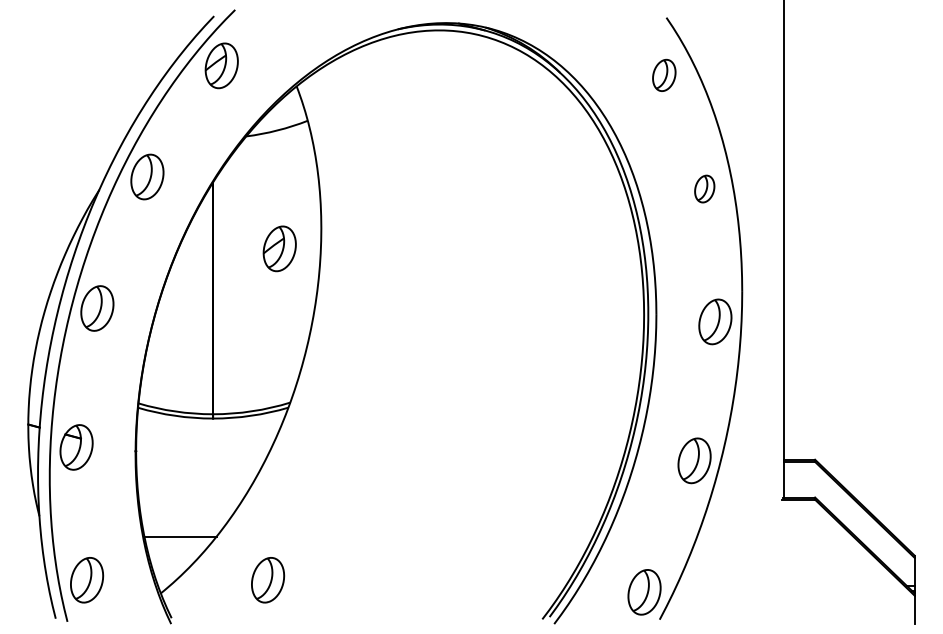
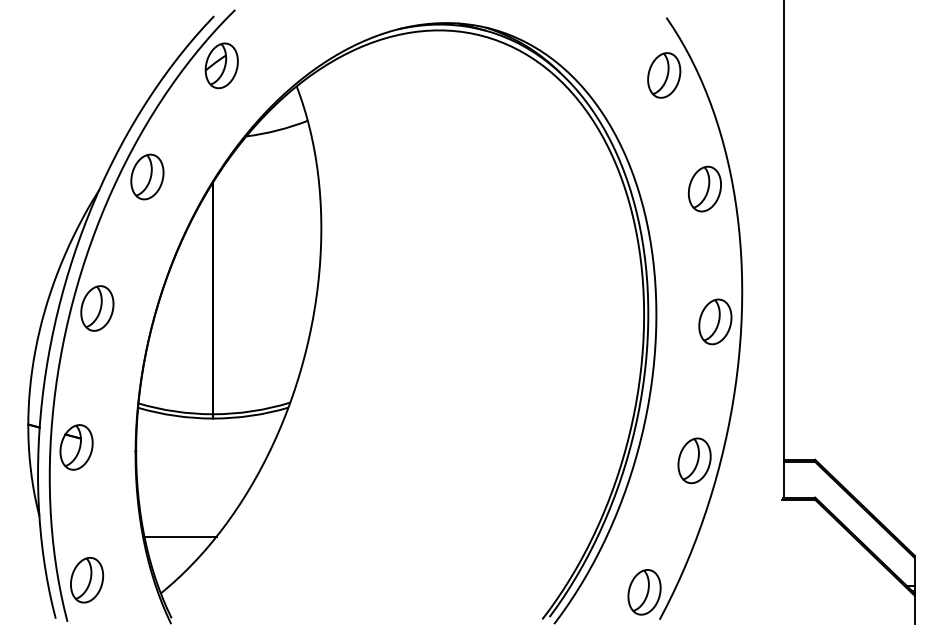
part at (664, 74) size: 25x34 px -> 35x47 px
part at (704, 188) size: 22x30 px -> 35x48 px
part at (279, 248): present -> none
part at (268, 580): present -> none
